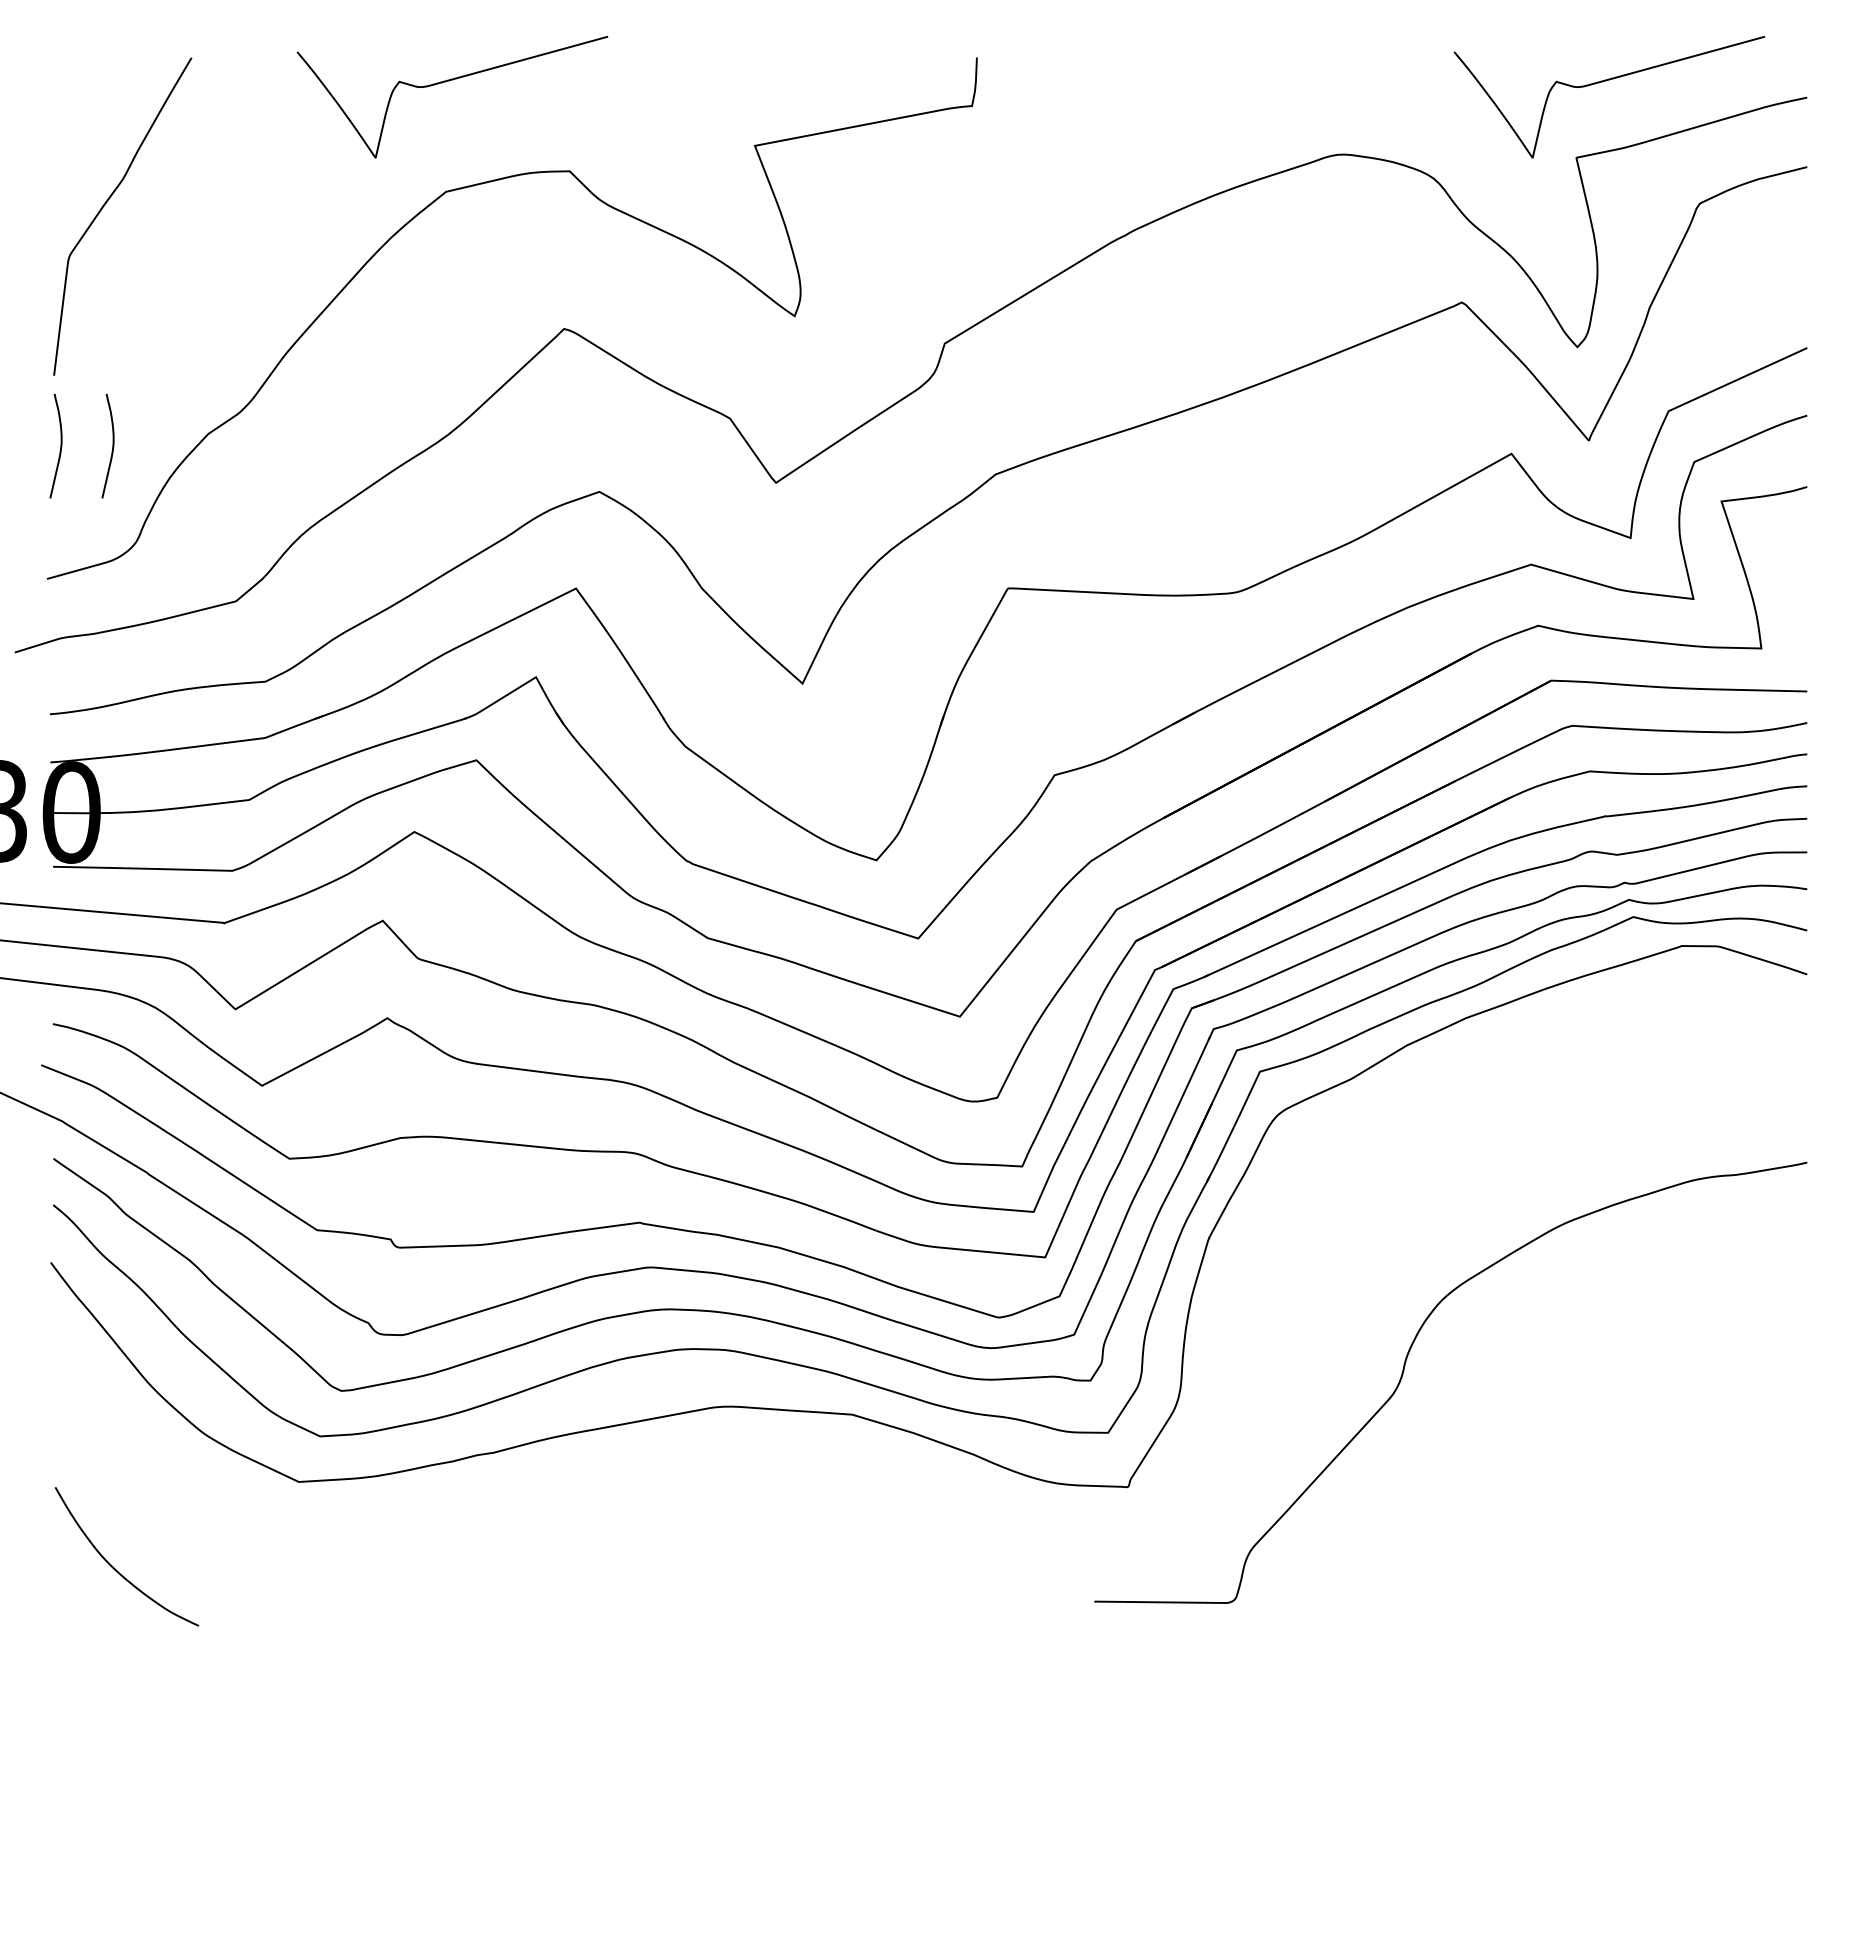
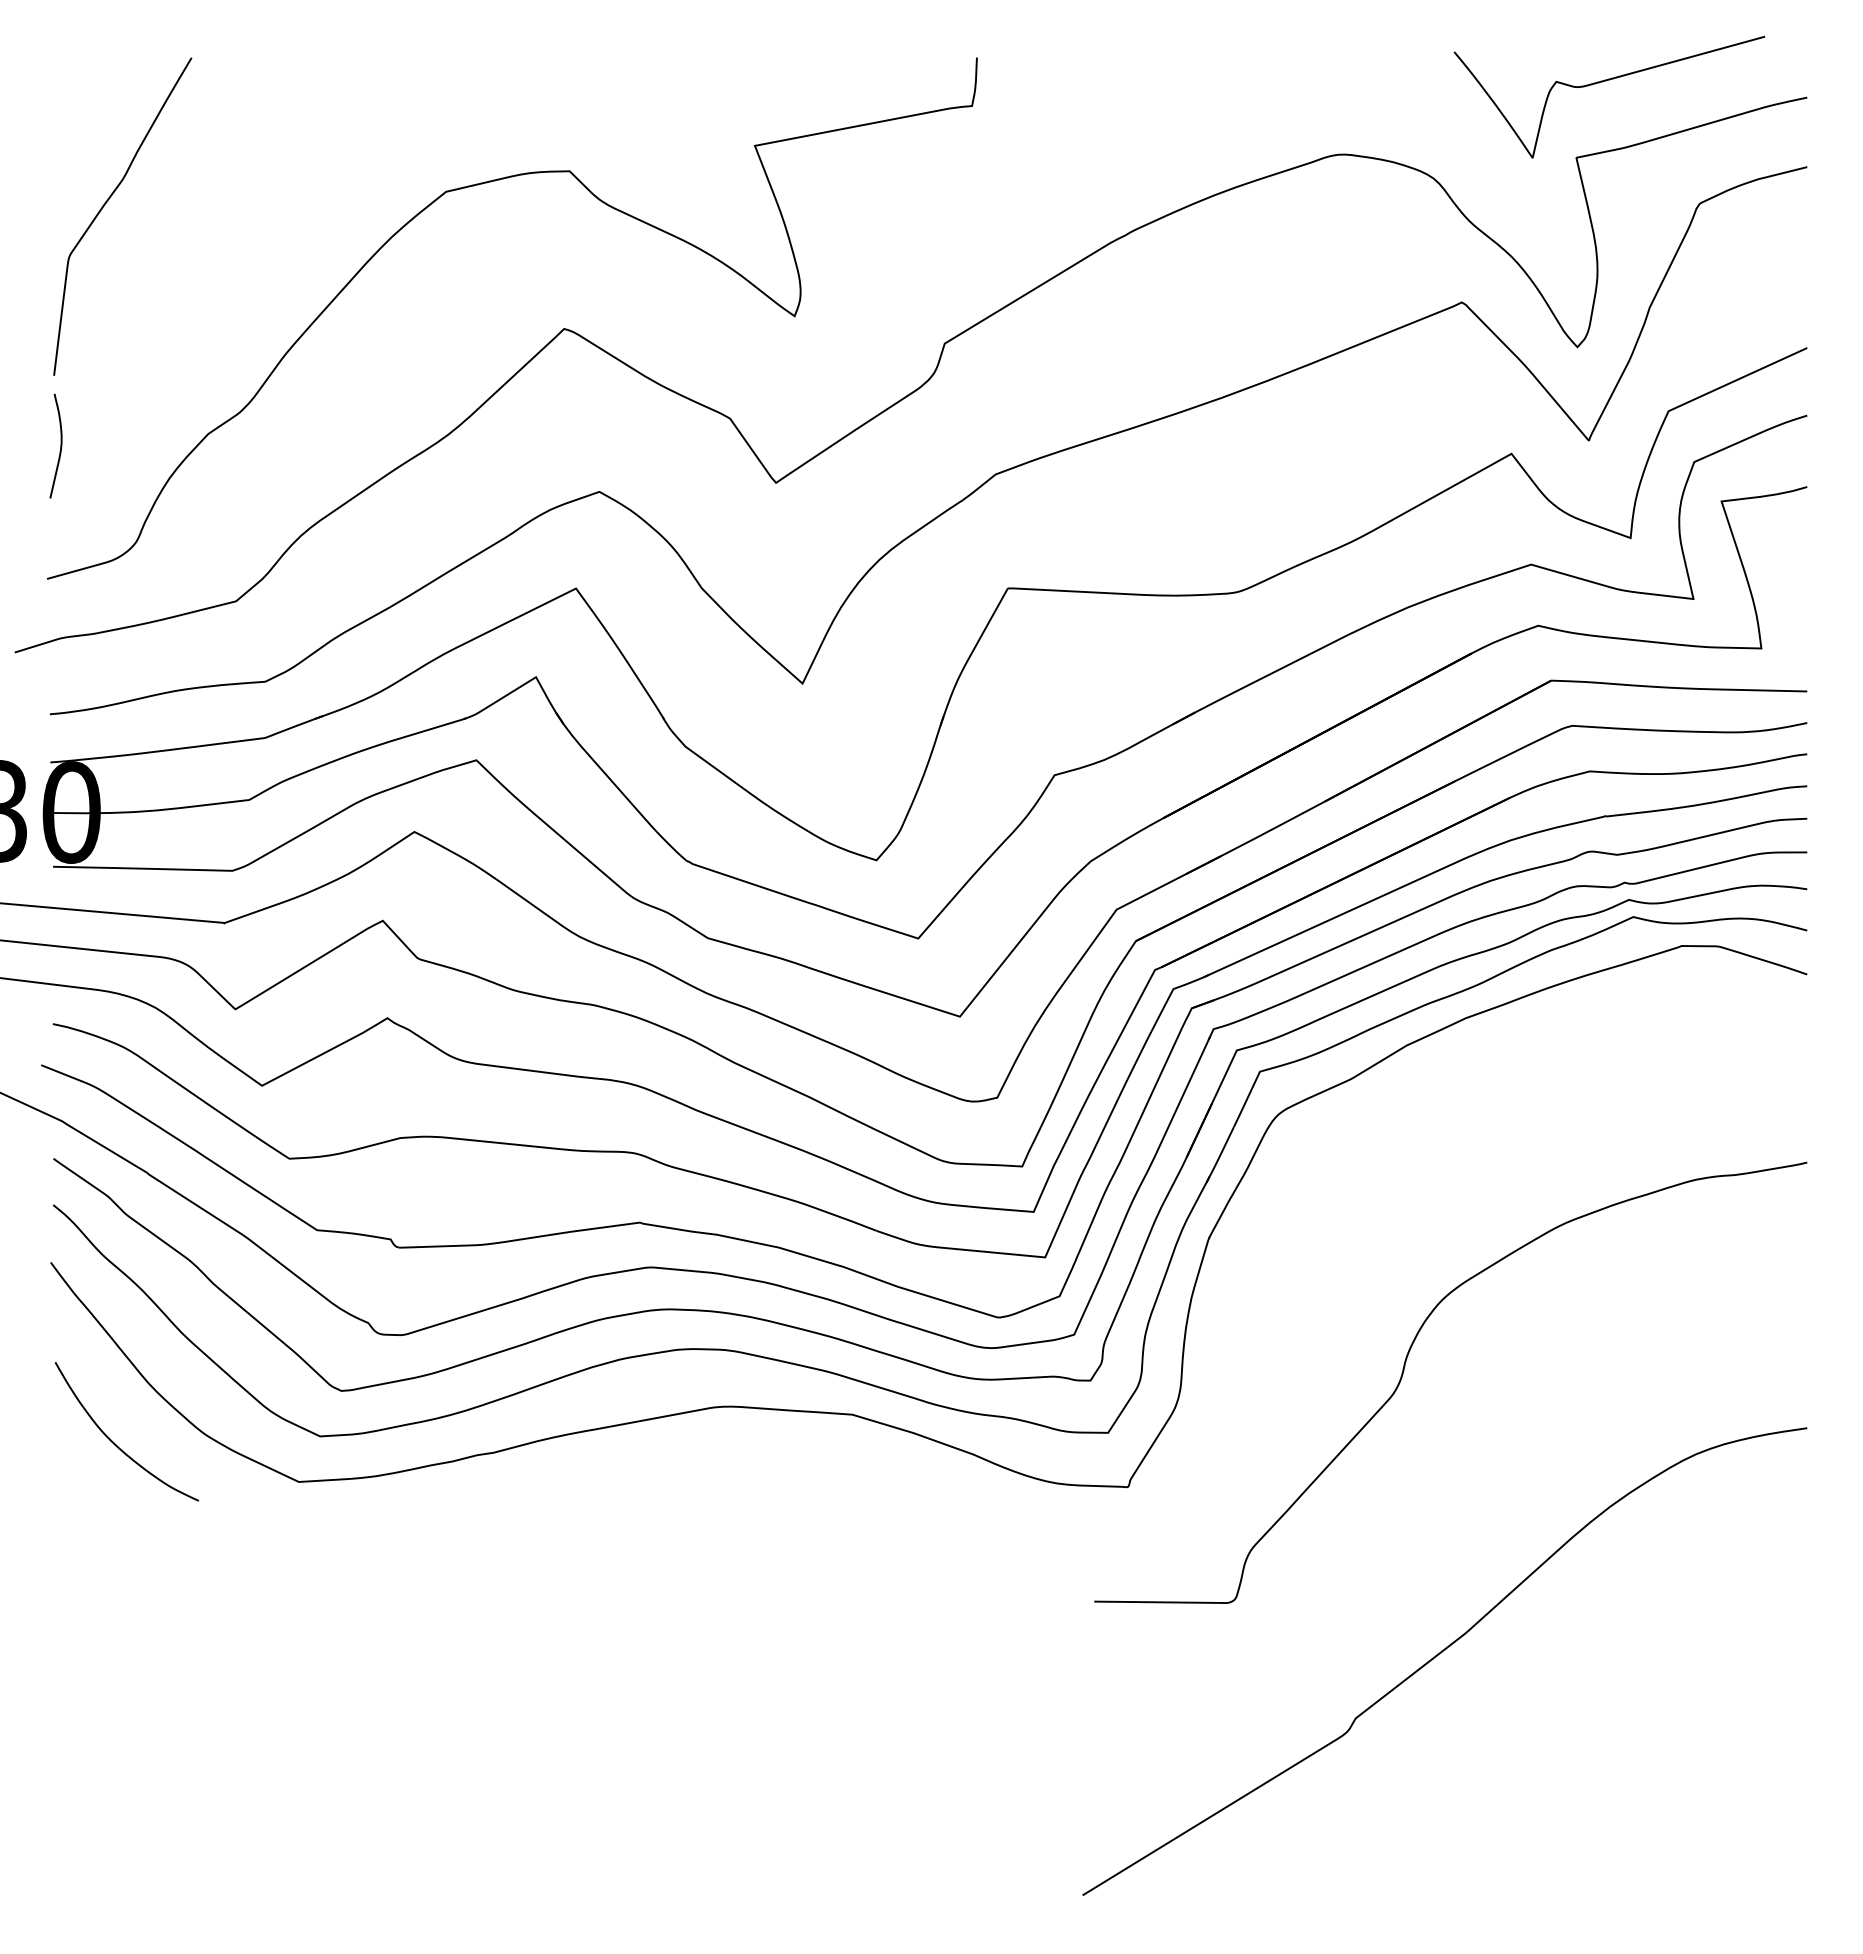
curve at (449, 81): present -> none
curve at (112, 445): present -> none
curve at (114, 1567) position: (114, 1567) -> (114, 1442)
curve at (1438, 1655): none -> present
